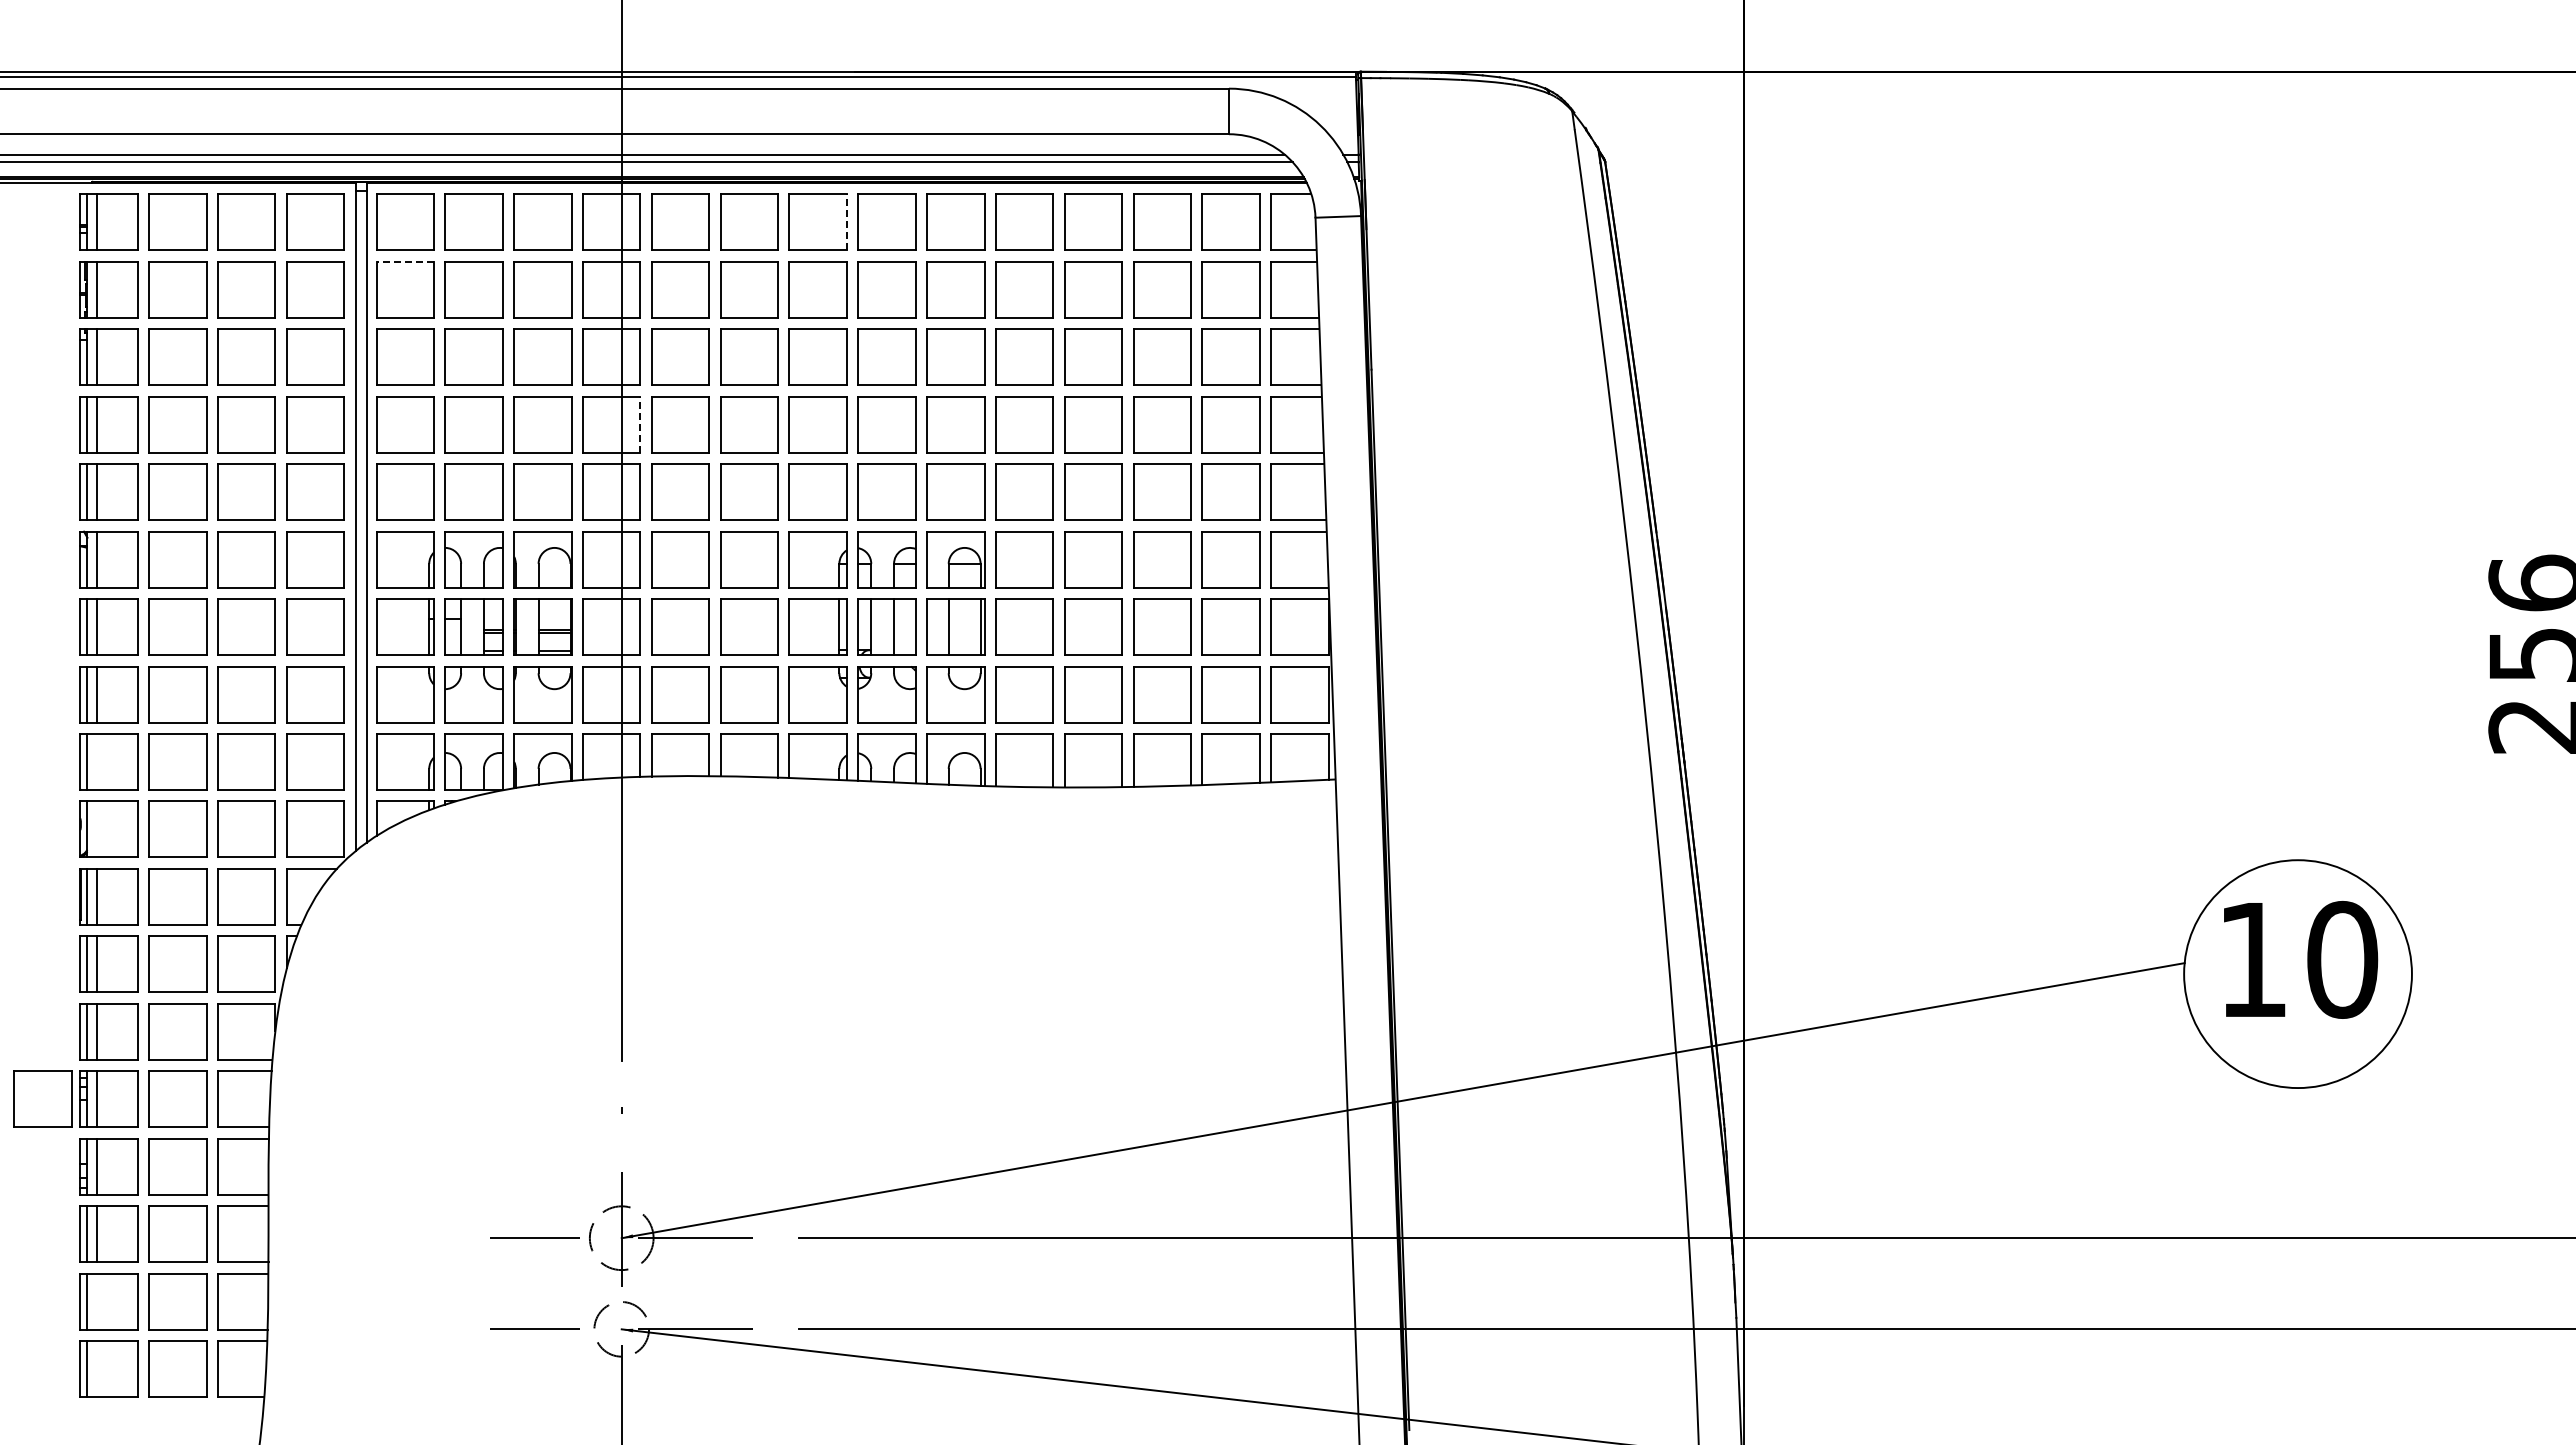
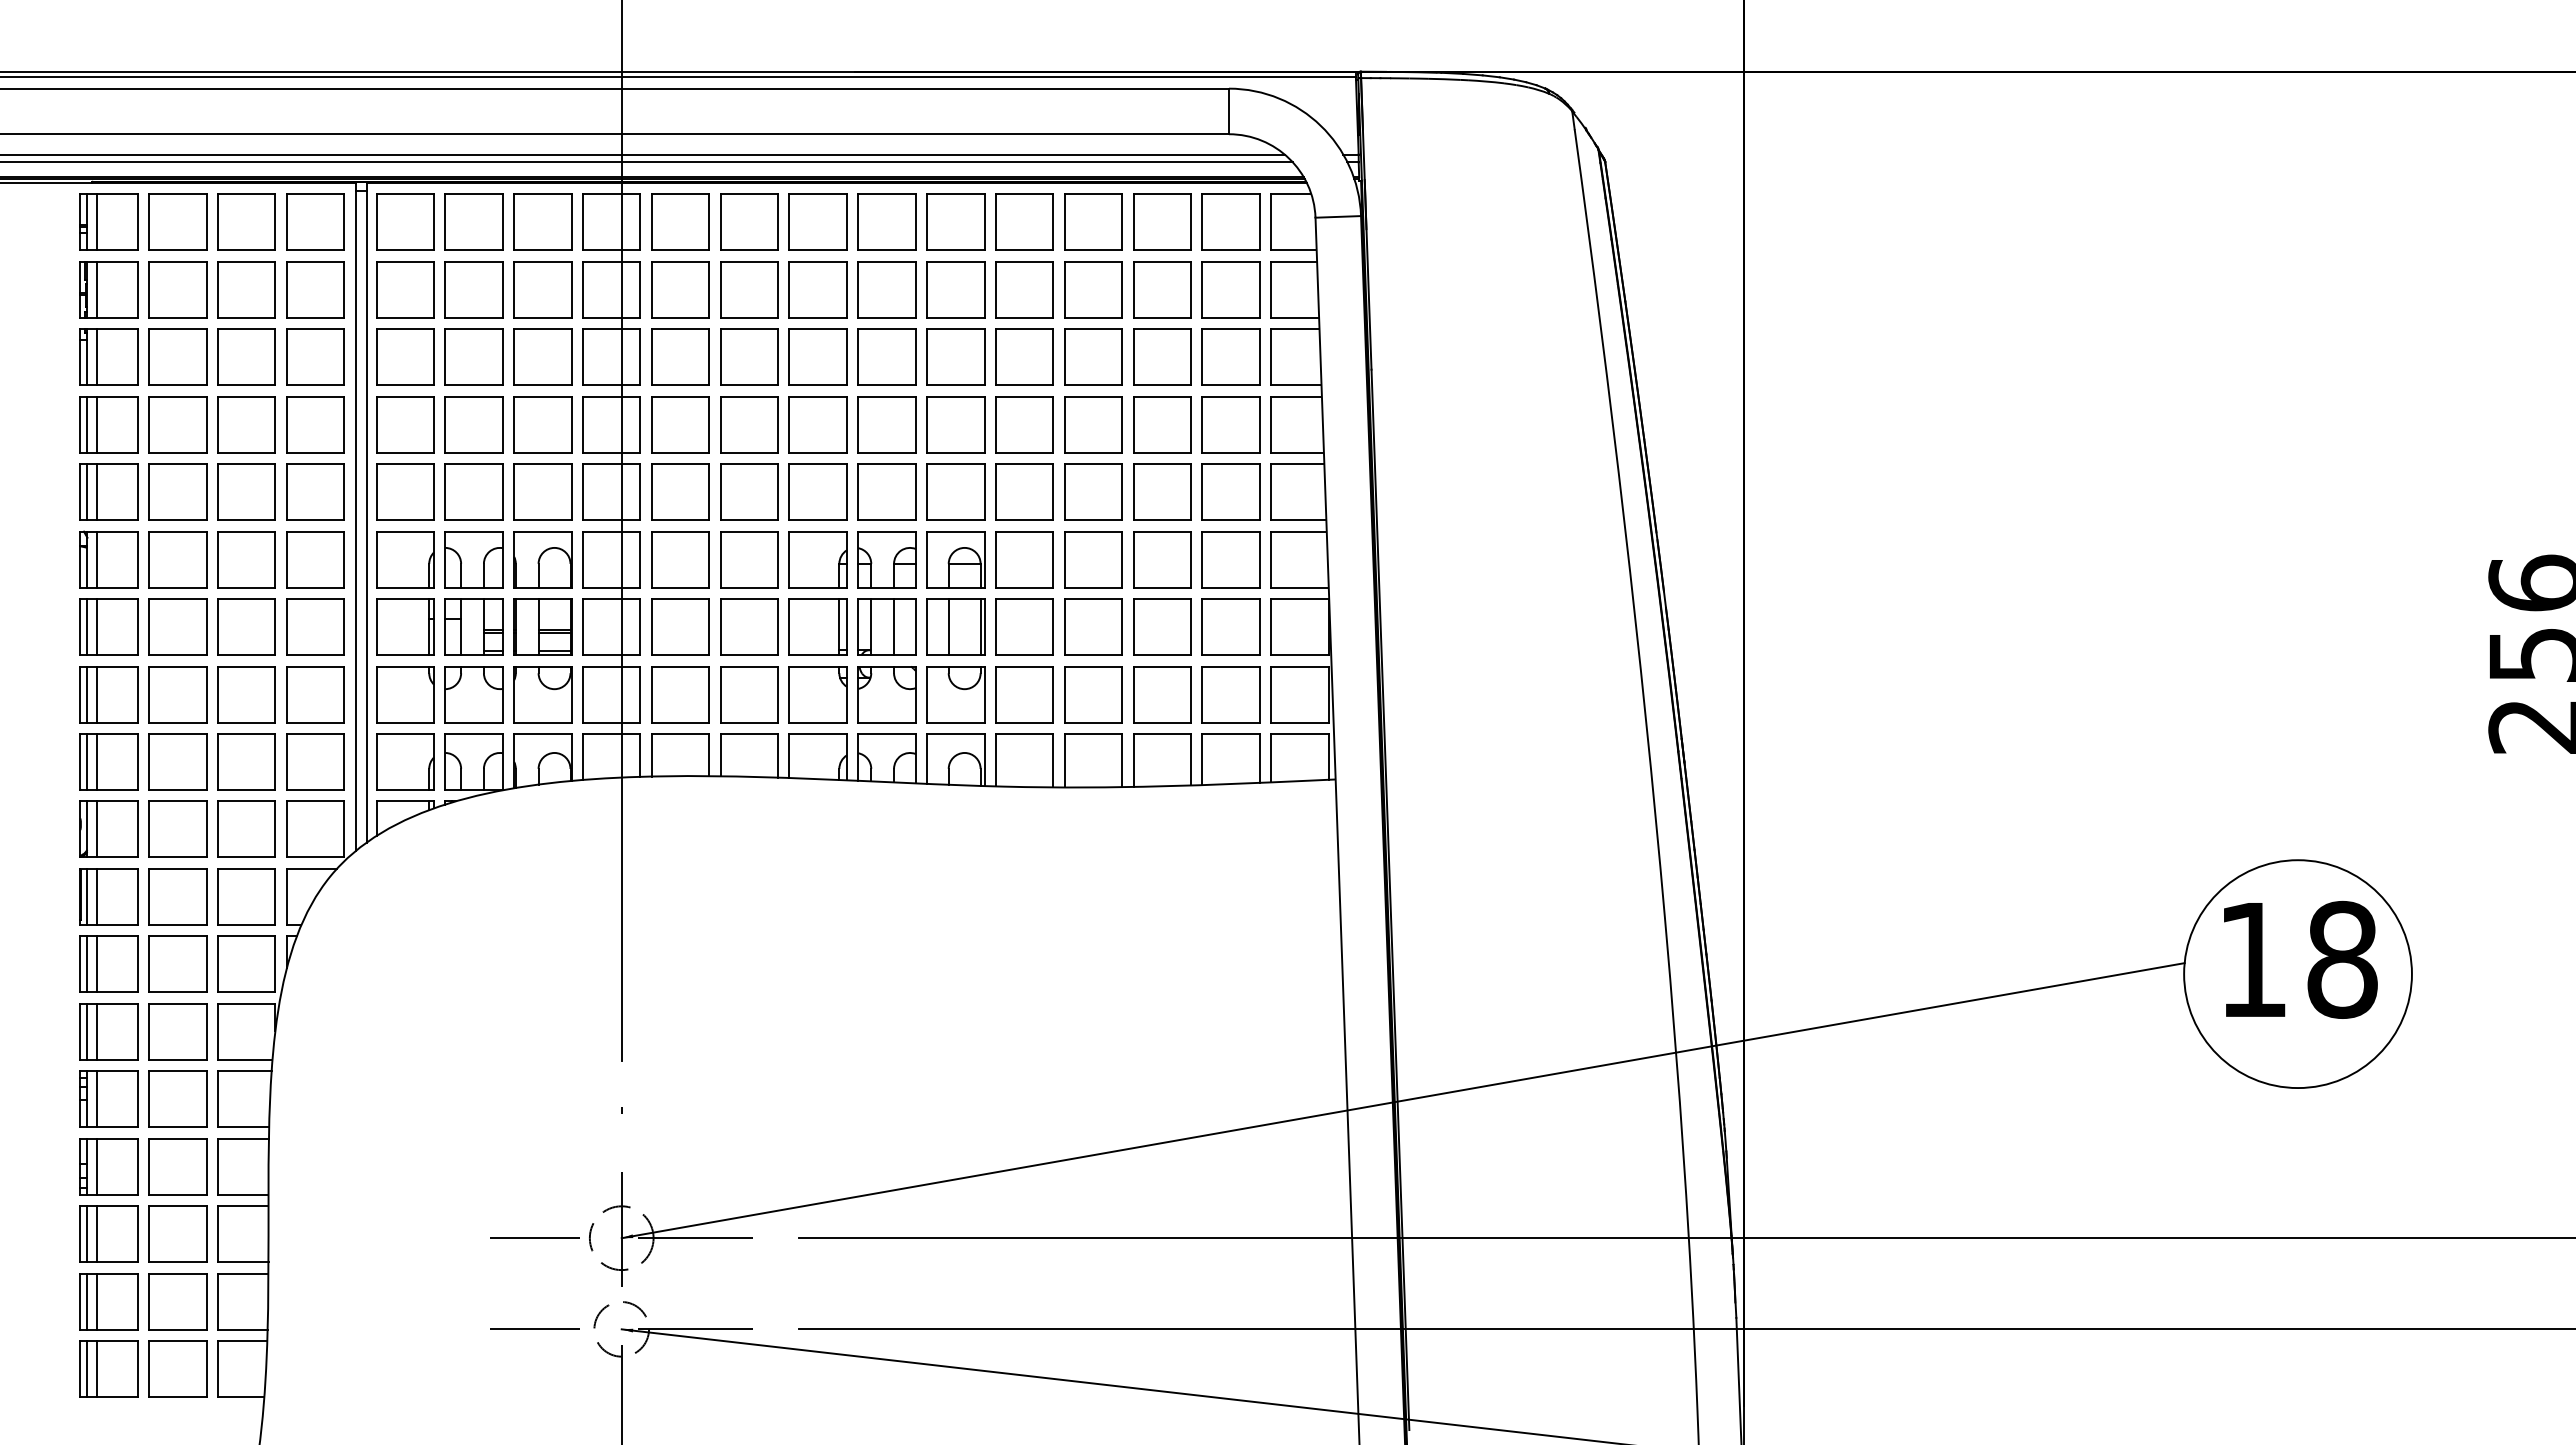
line at (846, 221): dashed -> solid
line at (405, 261): dashed -> solid
line at (640, 424): dashed -> solid
line at (96, 761): none -> present
line at (96, 829): none -> present
text at (2342, 959): 10 -> 18
part at (42, 1098): present -> none
line at (96, 1301): none -> present
line at (96, 1368): none -> present
